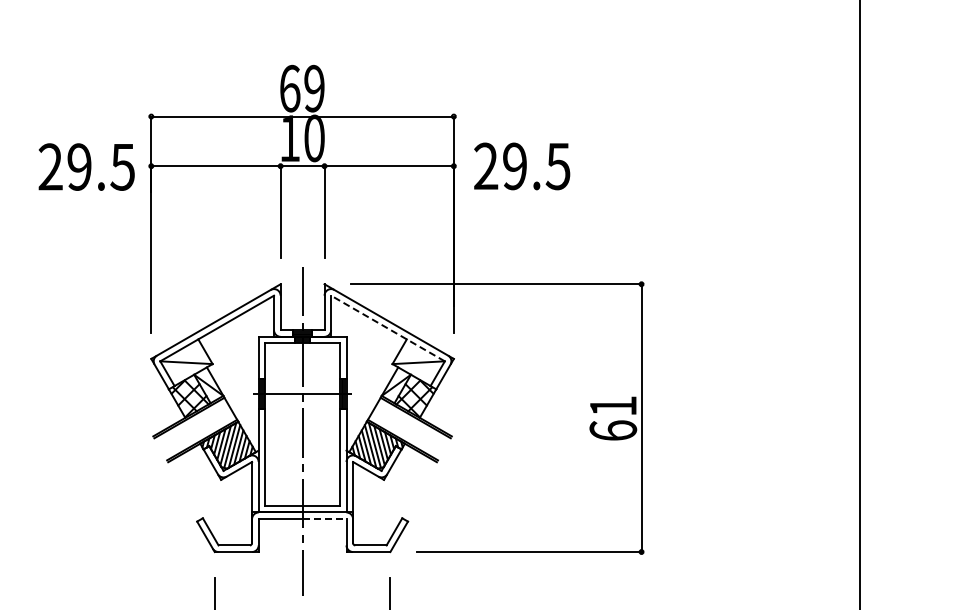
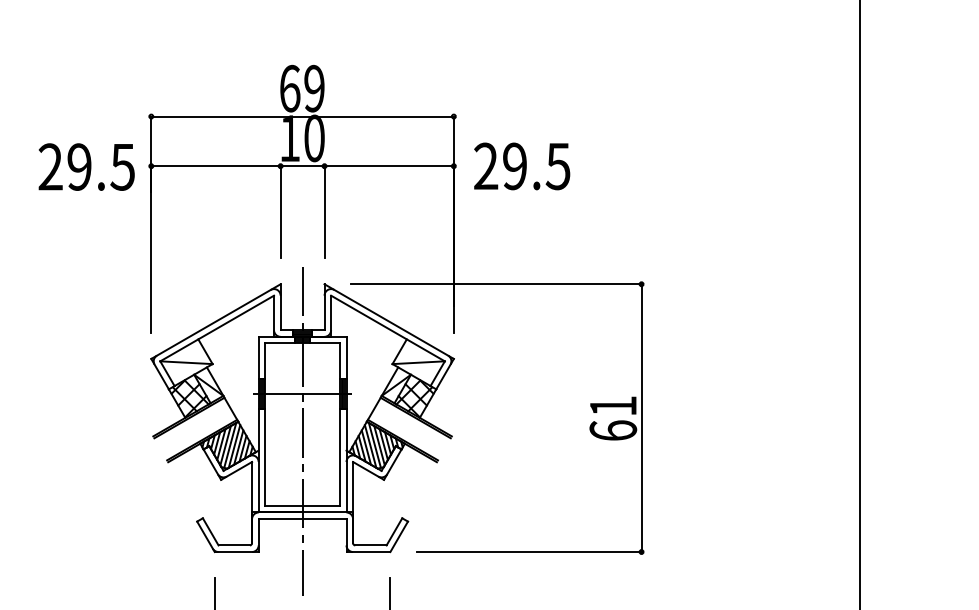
line at (388, 328): dashed -> solid
line at (324, 519): dashed -> solid
